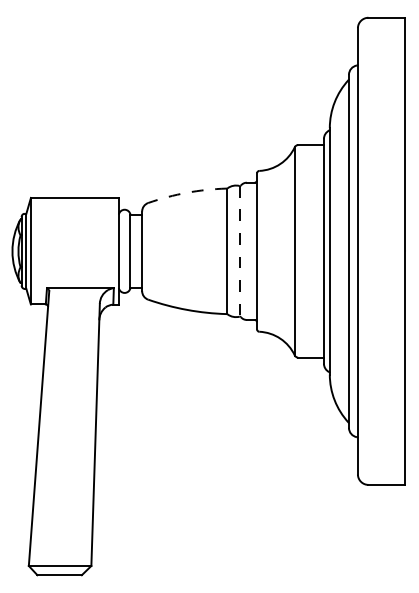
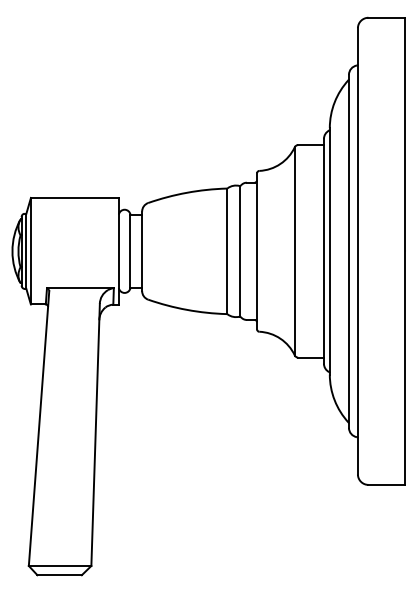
arc at (187, 192): dashed -> solid
line at (239, 251): dashed -> solid
